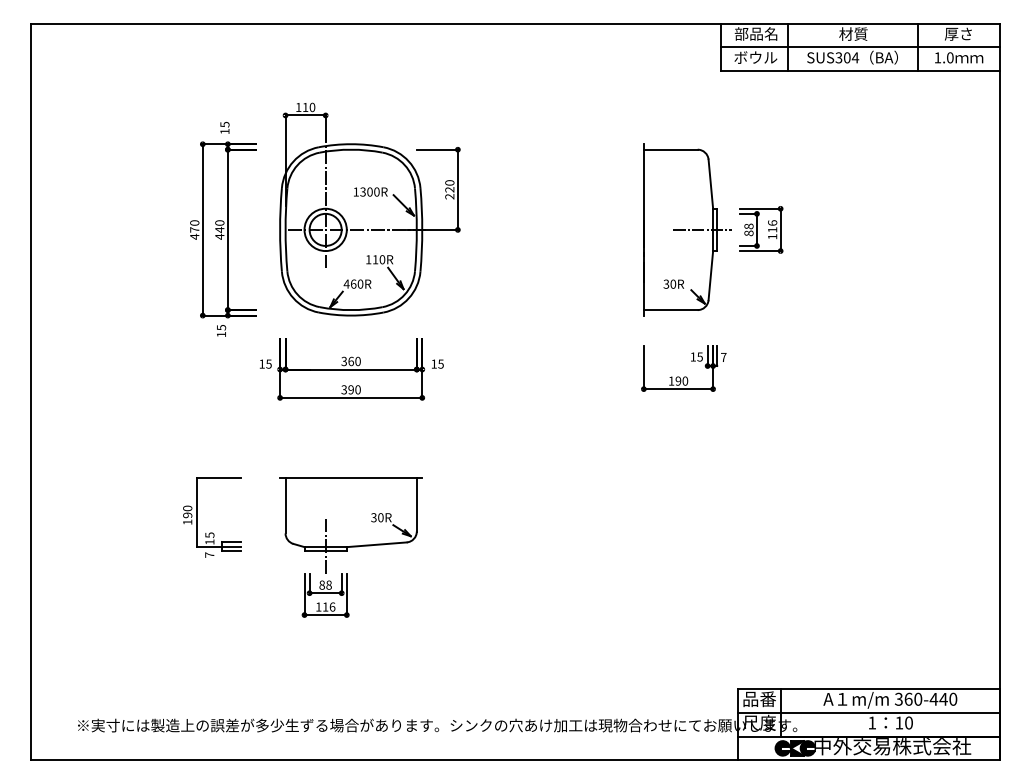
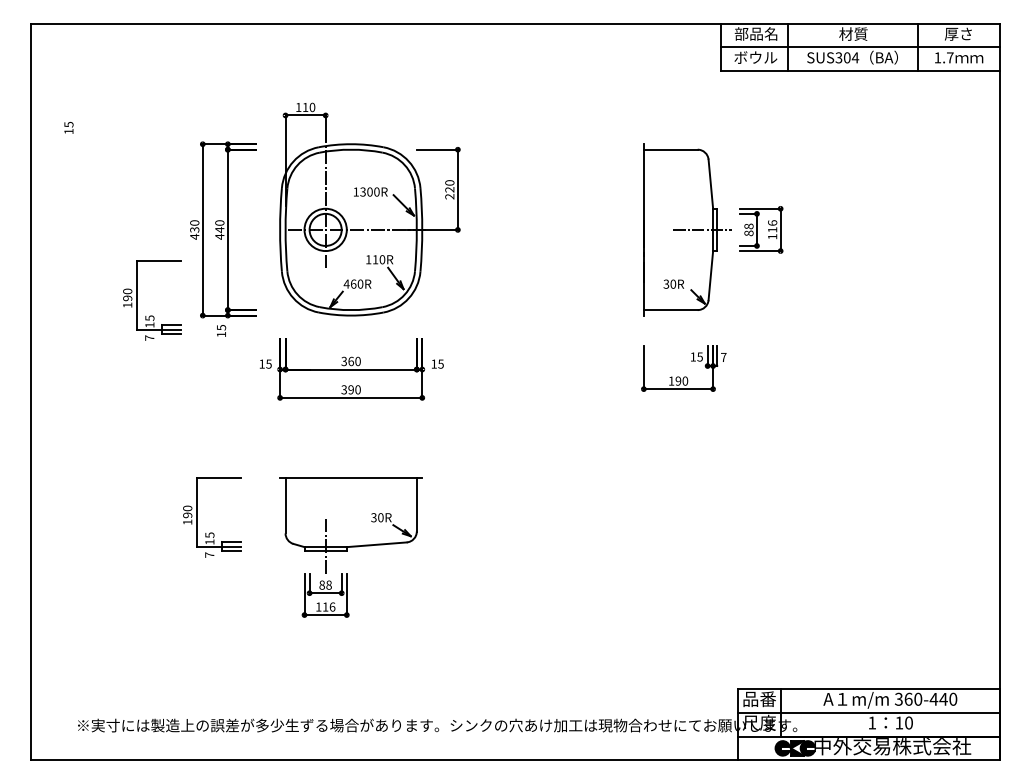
text at (950, 57): 1.0 -> 1.7
text at (224, 127) position: (224, 127) -> (68, 127)
text at (194, 229): 470 -> 430
part at (137, 300): none -> present
